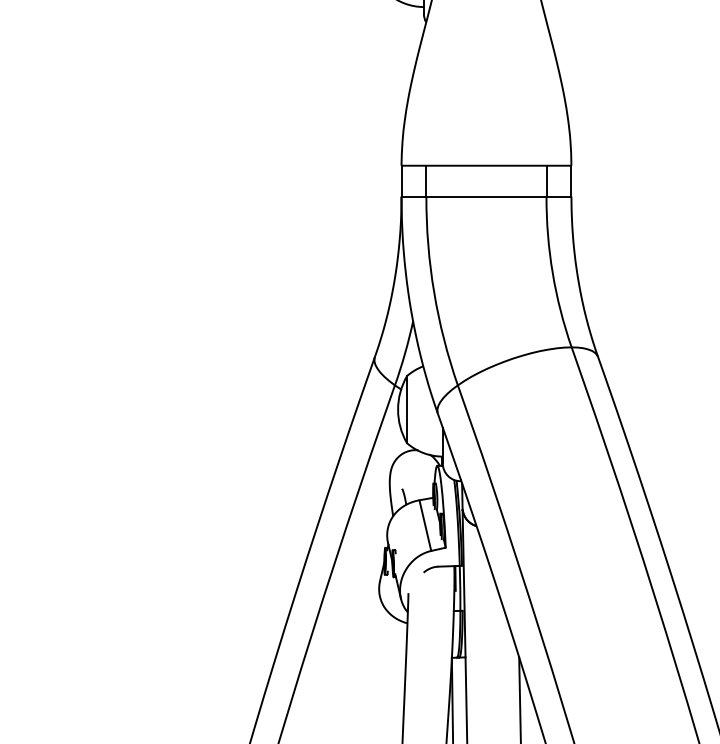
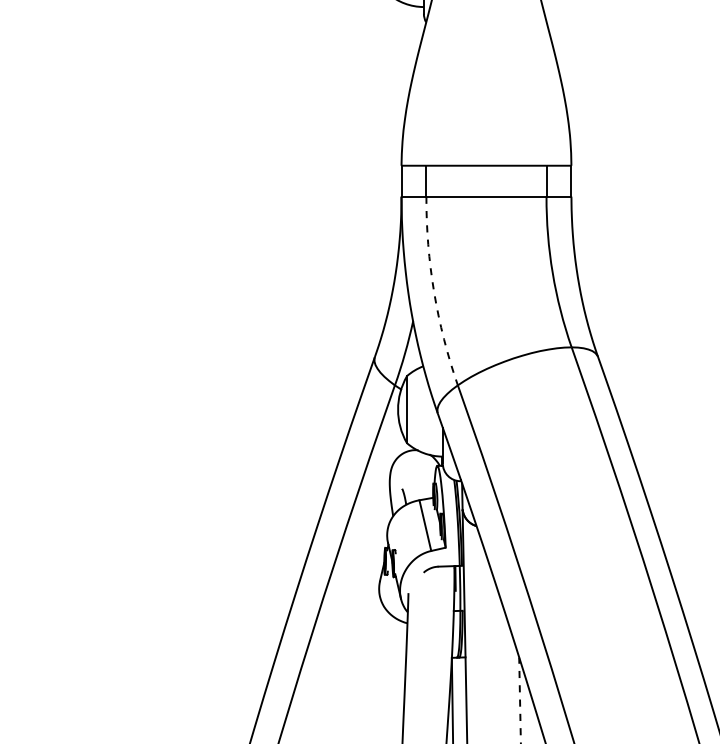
arc at (434, 292): solid -> dashed
line at (520, 700): solid -> dashed
